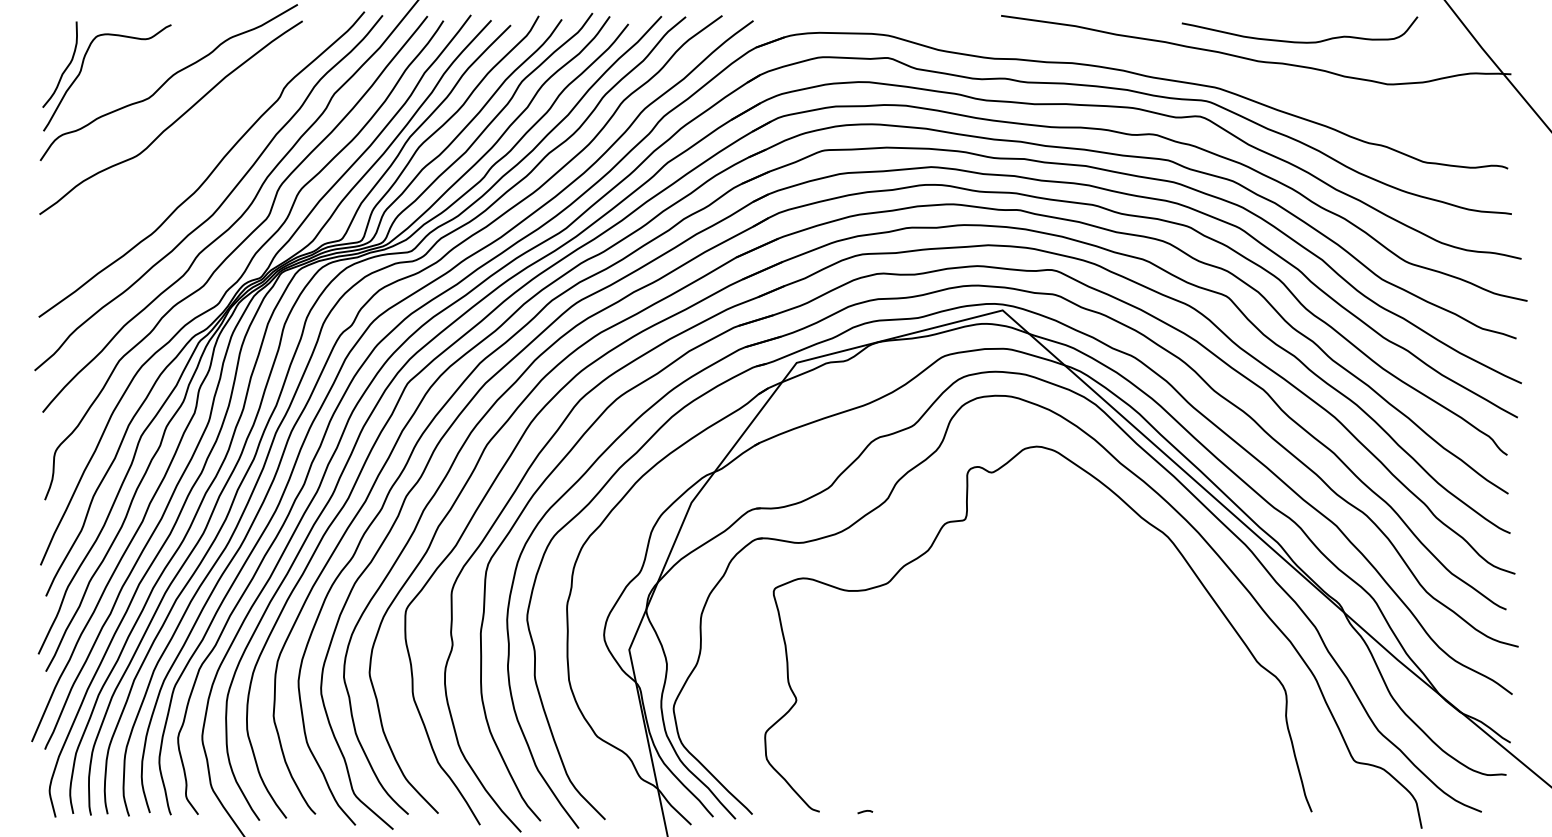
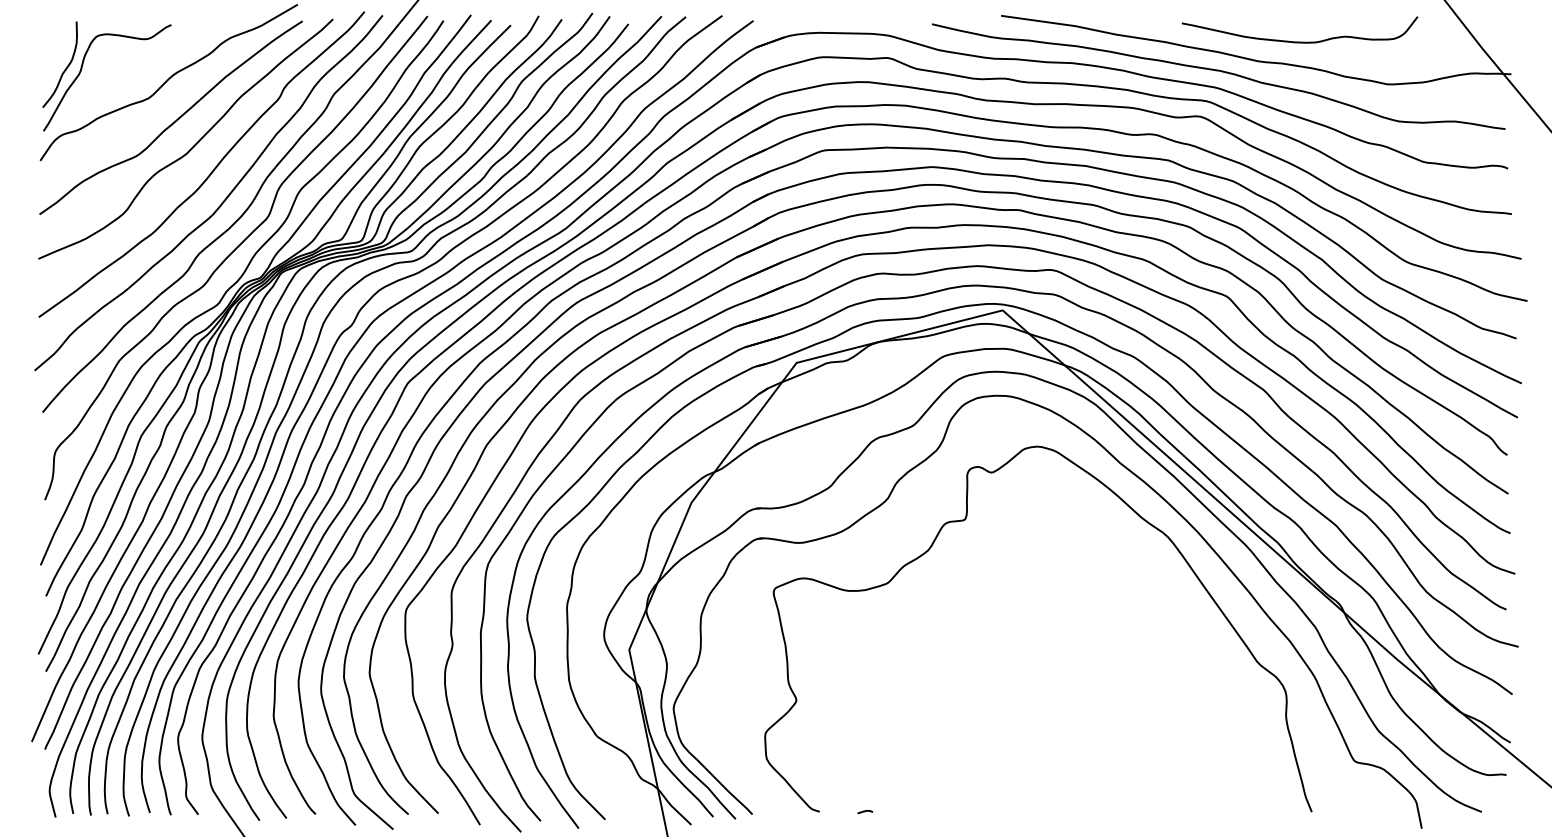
curve at (1218, 71): none -> present
curve at (193, 145): none -> present
